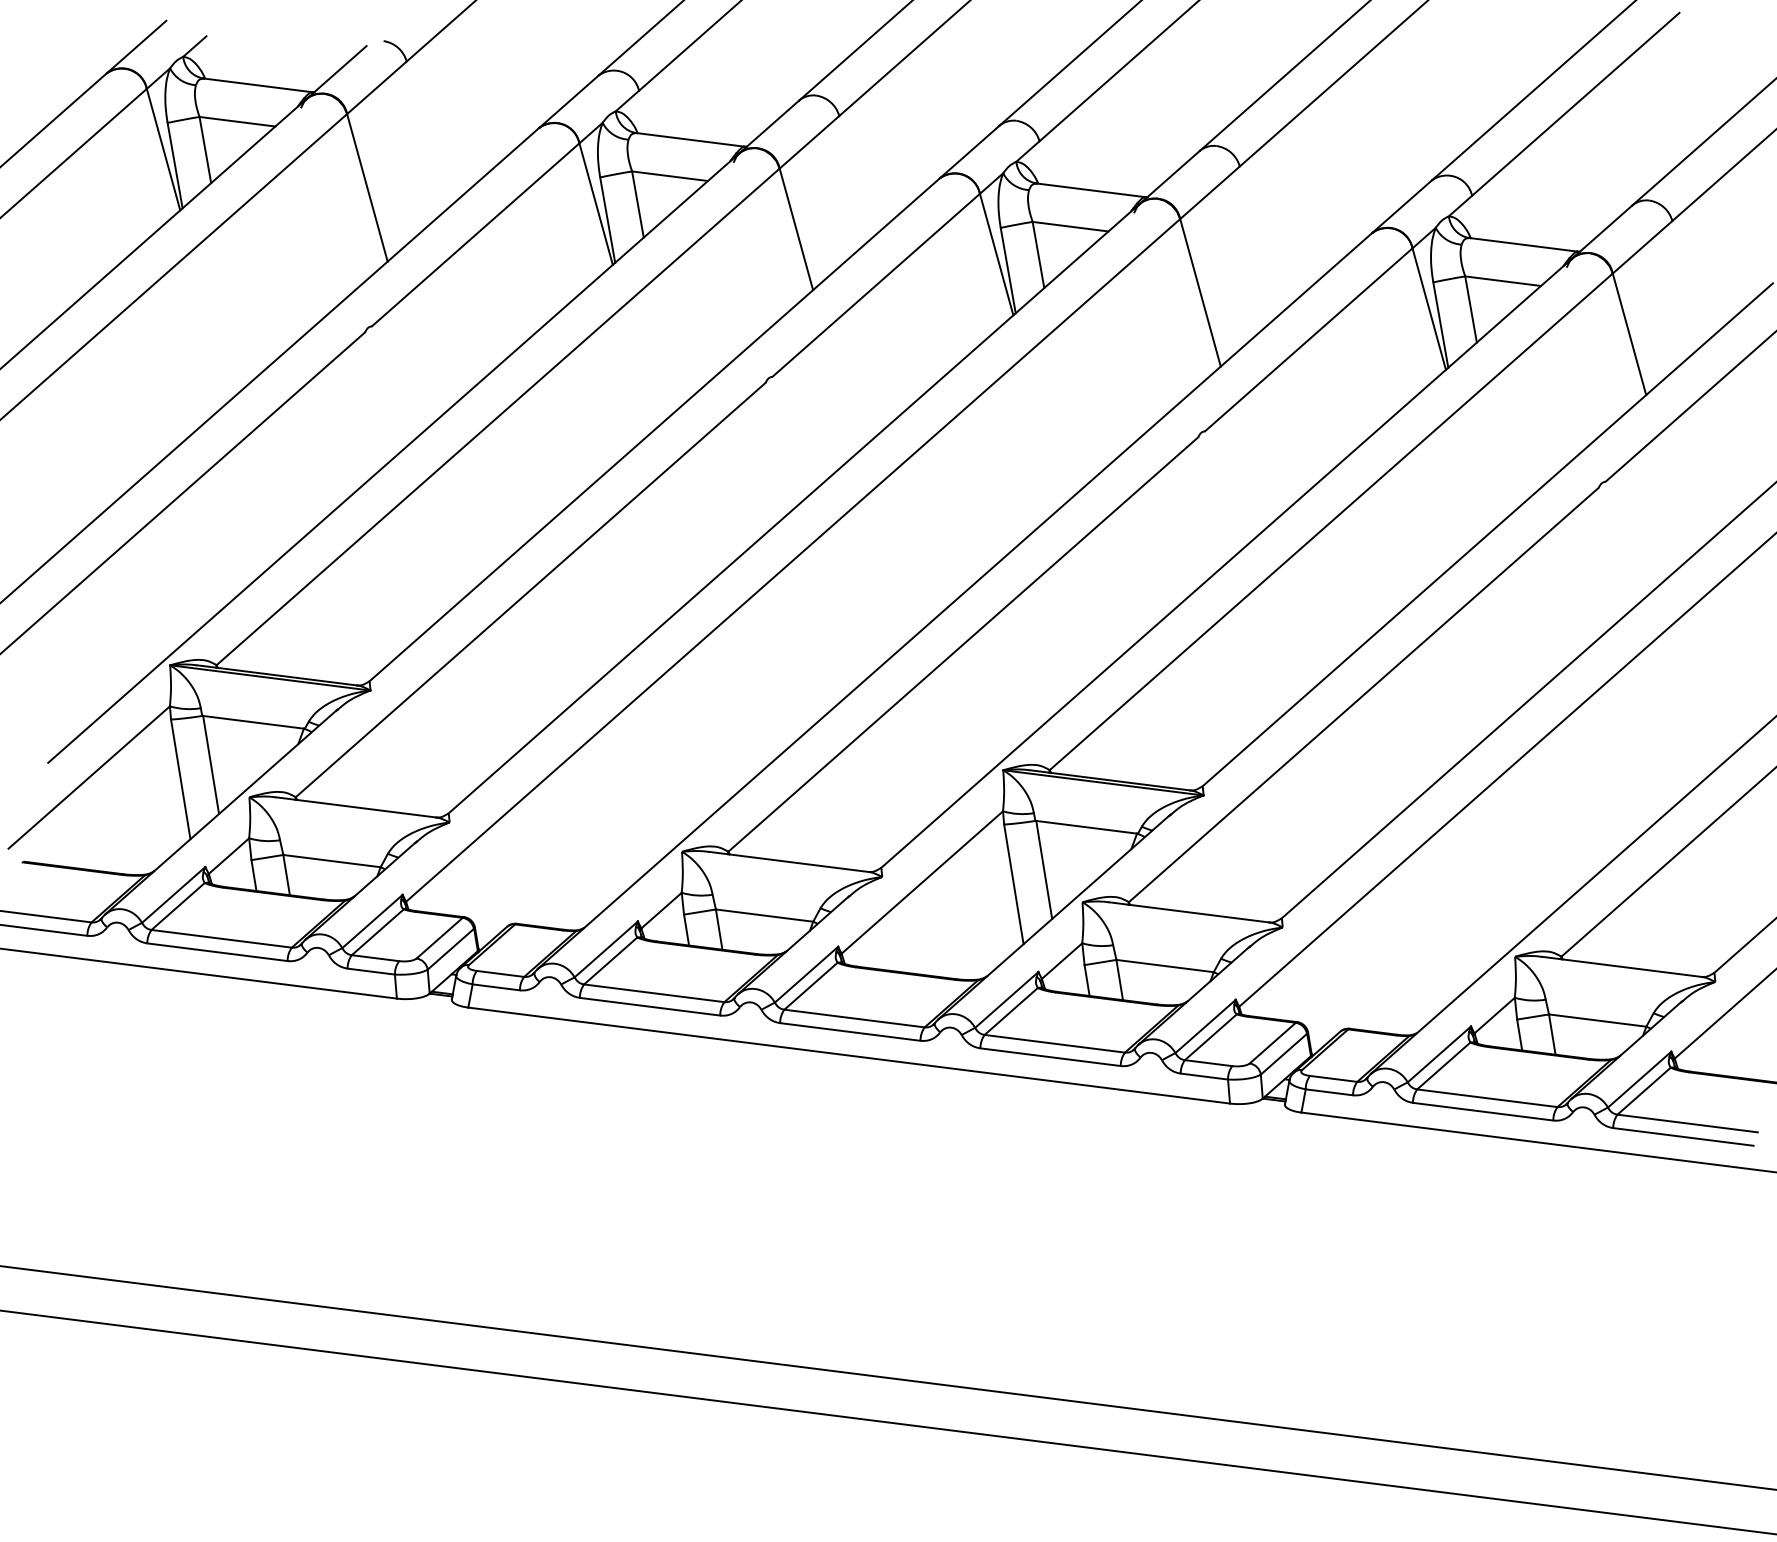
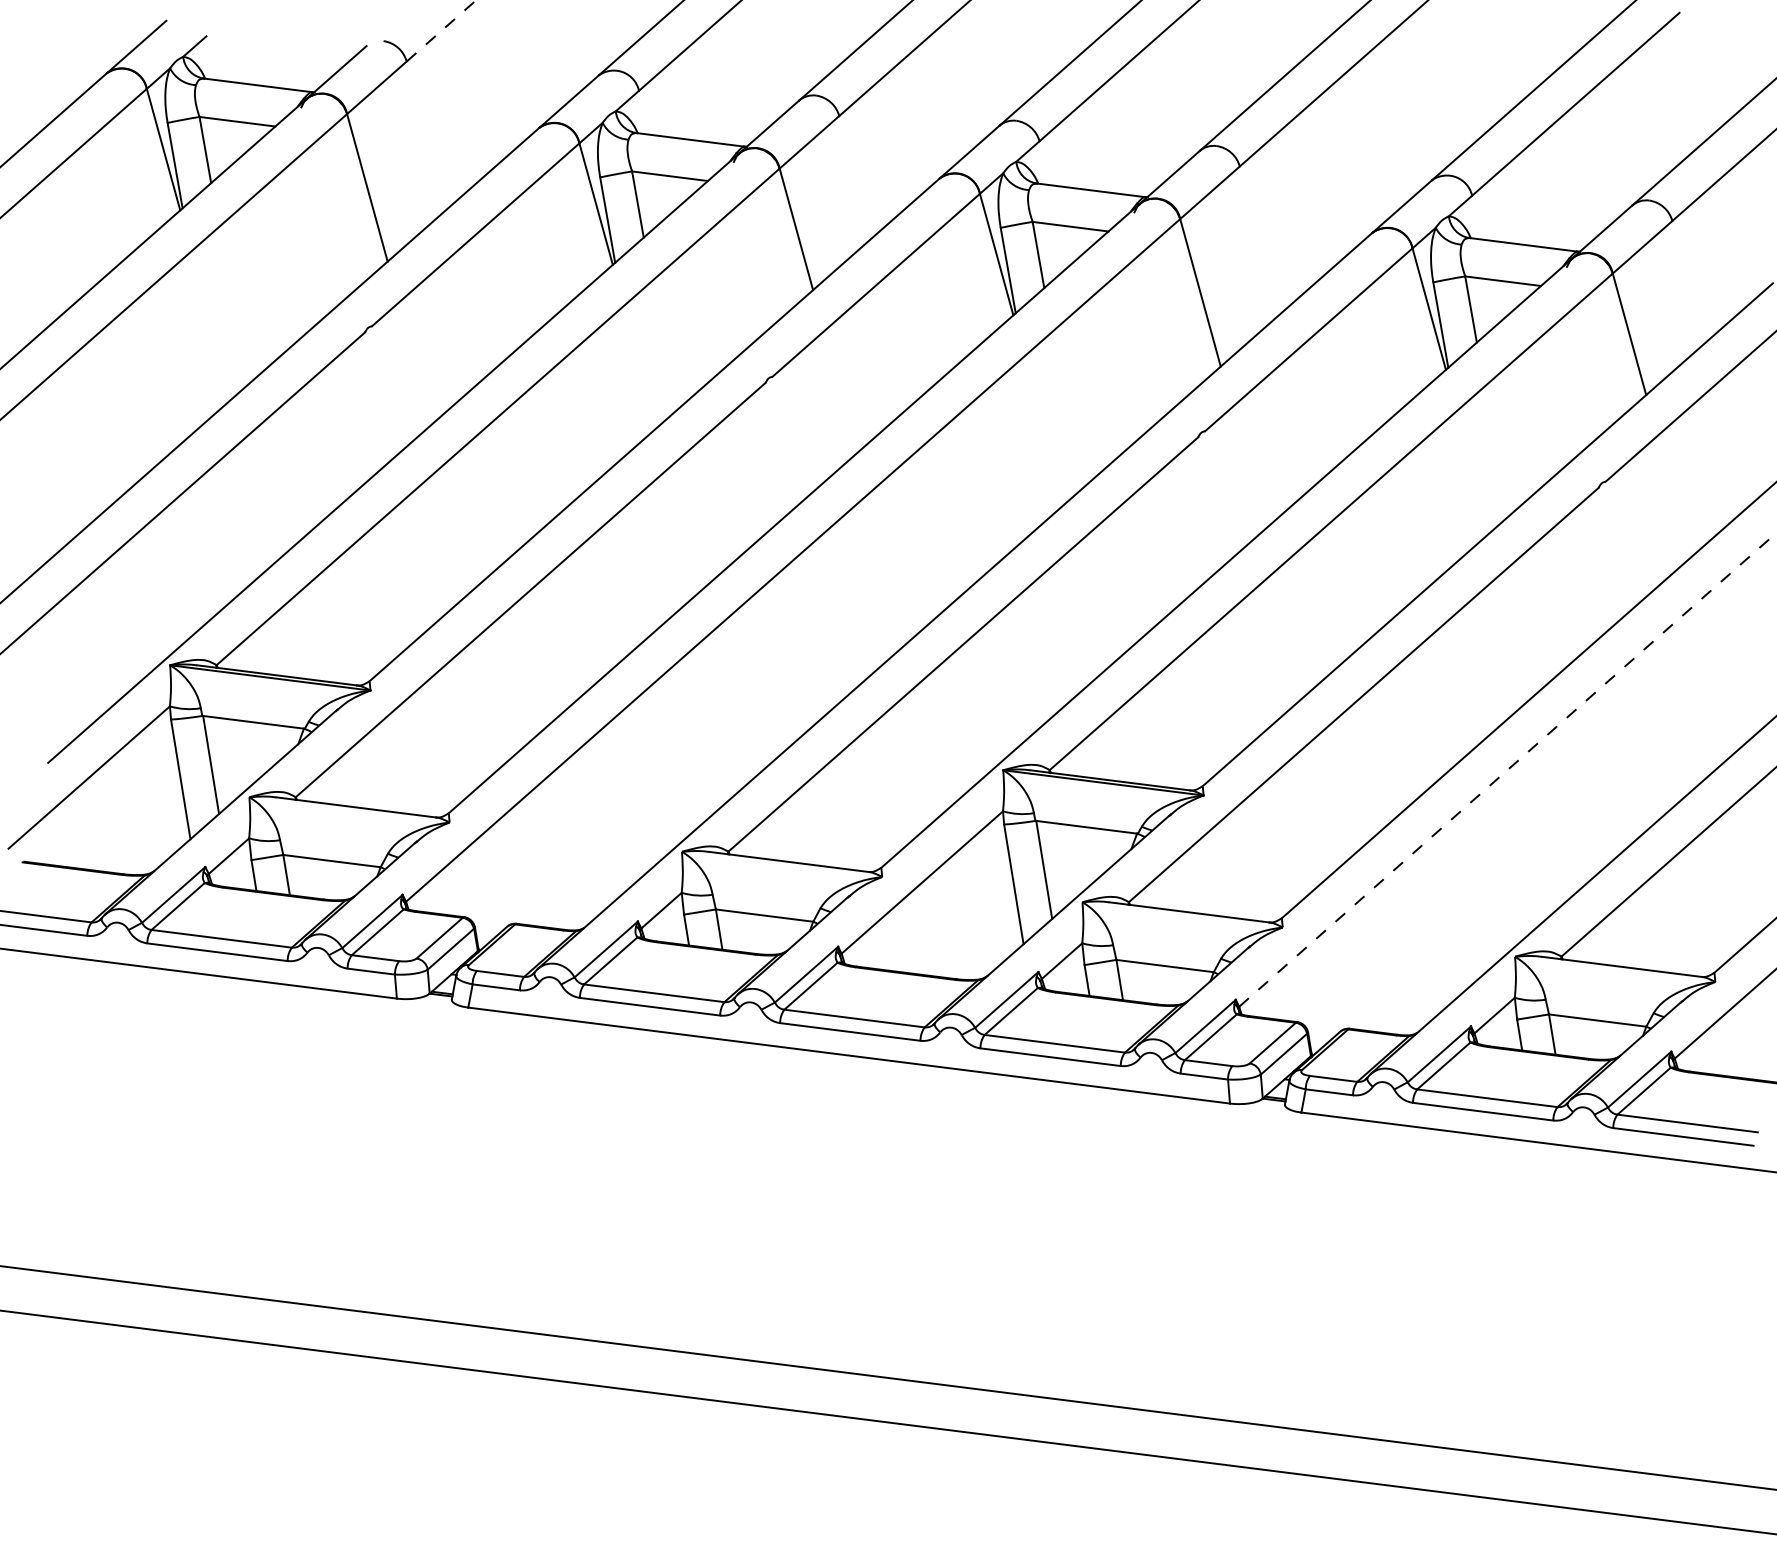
line at (441, 30): solid -> dashed
line at (1508, 769): solid -> dashed
